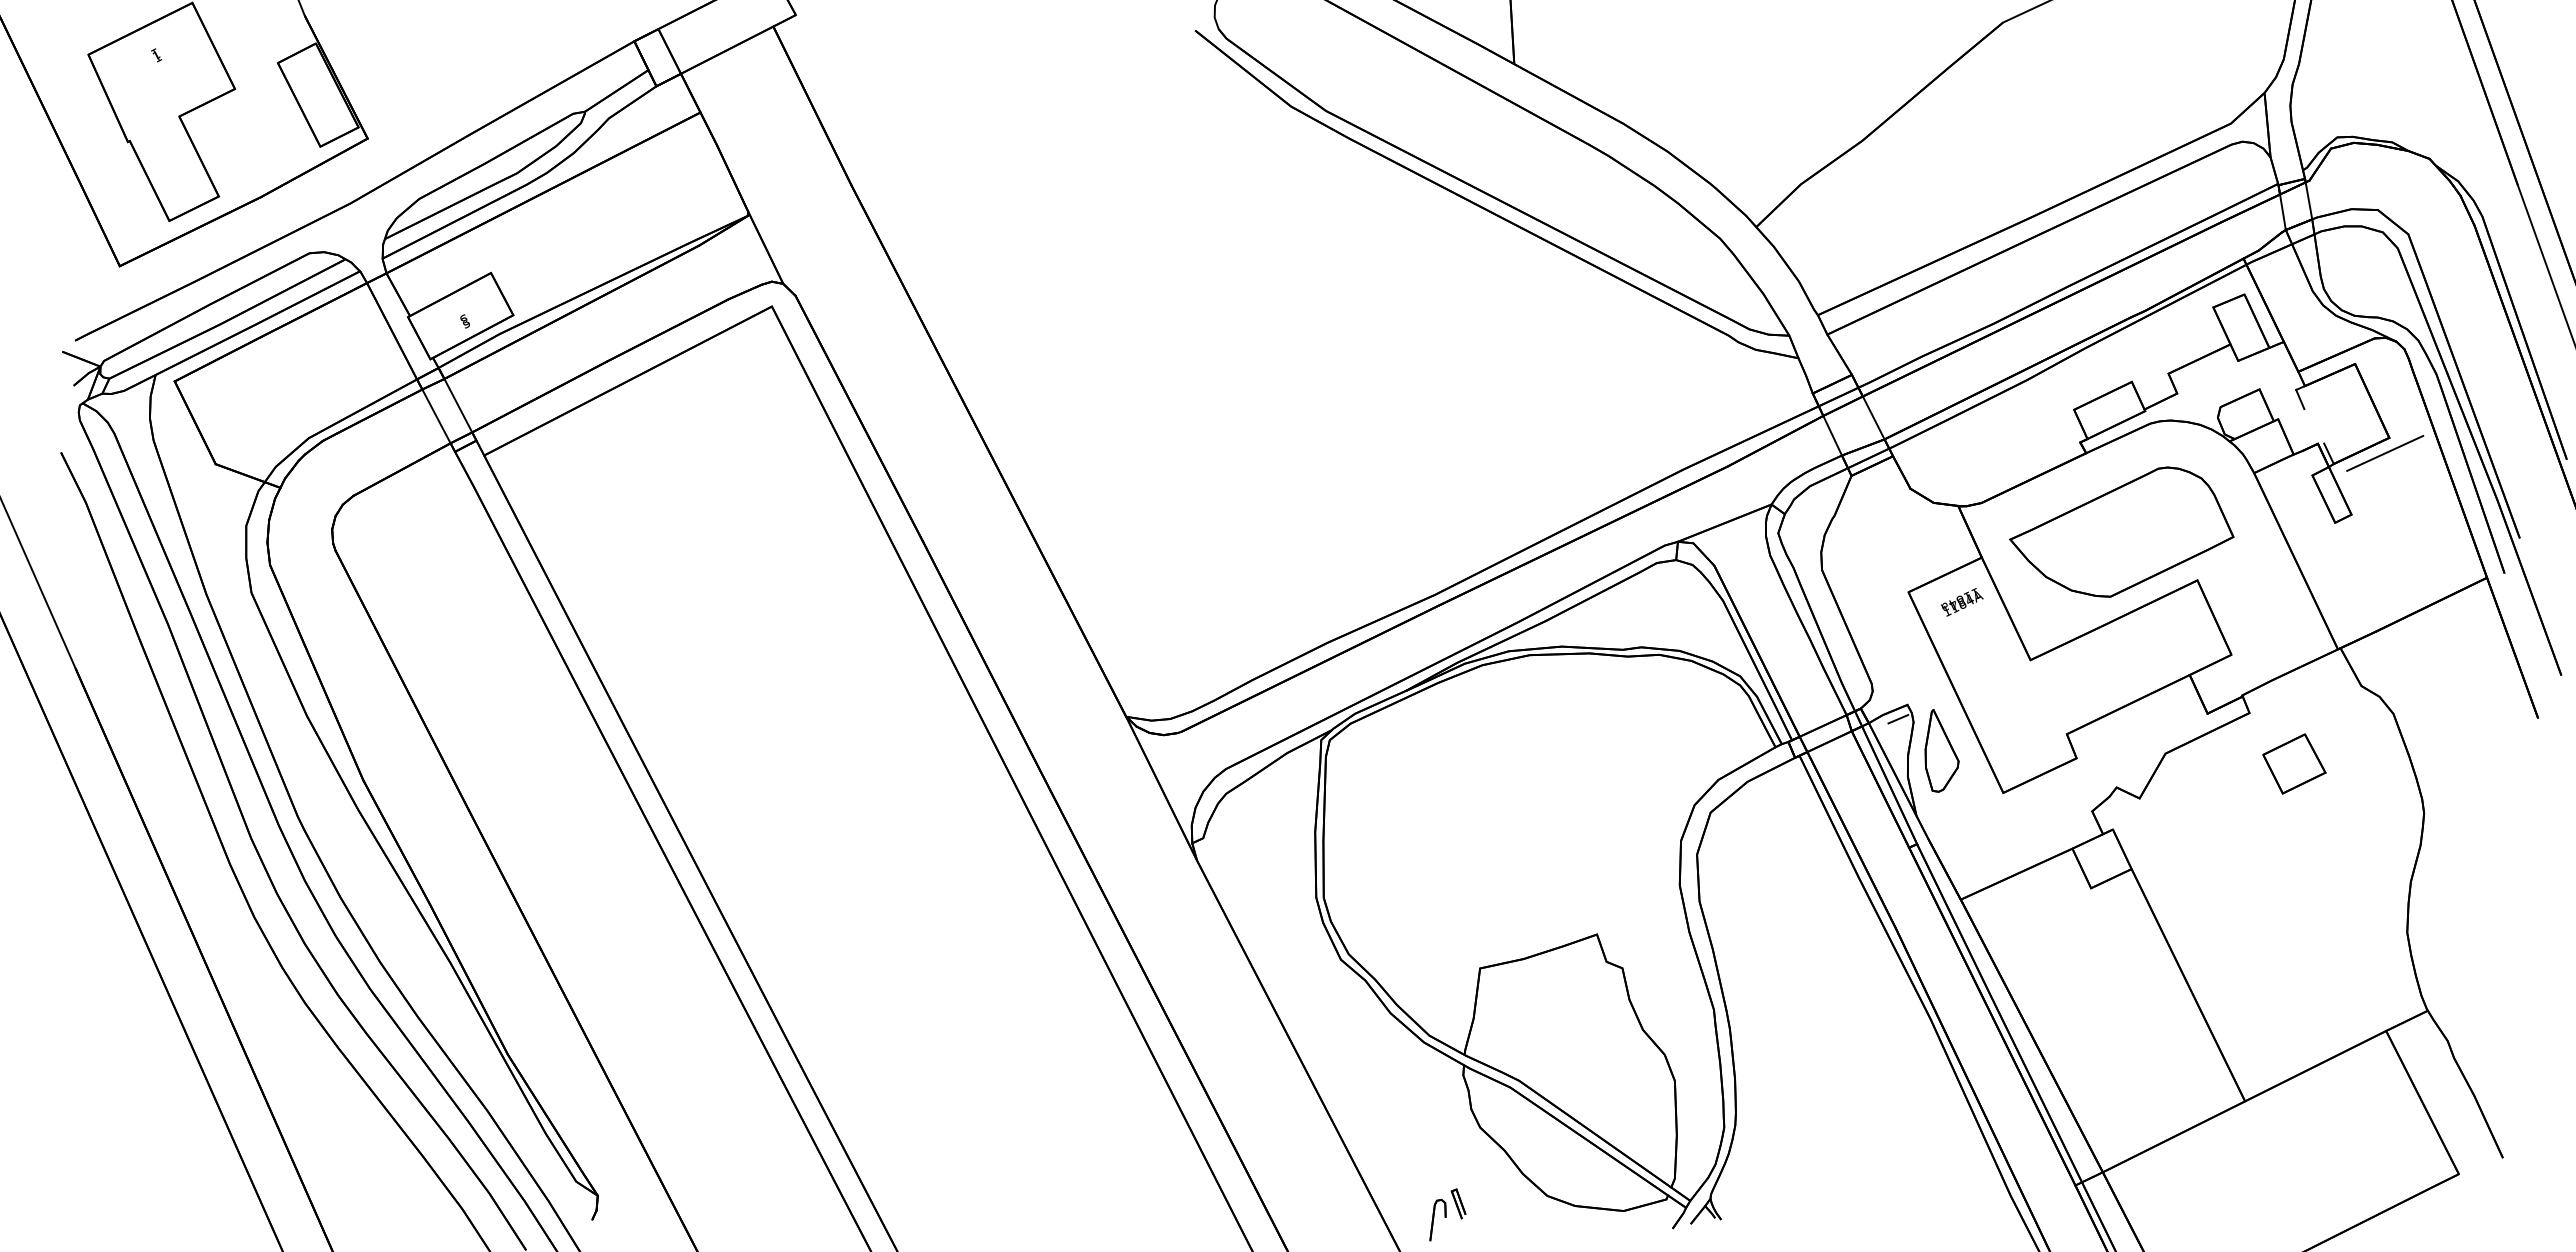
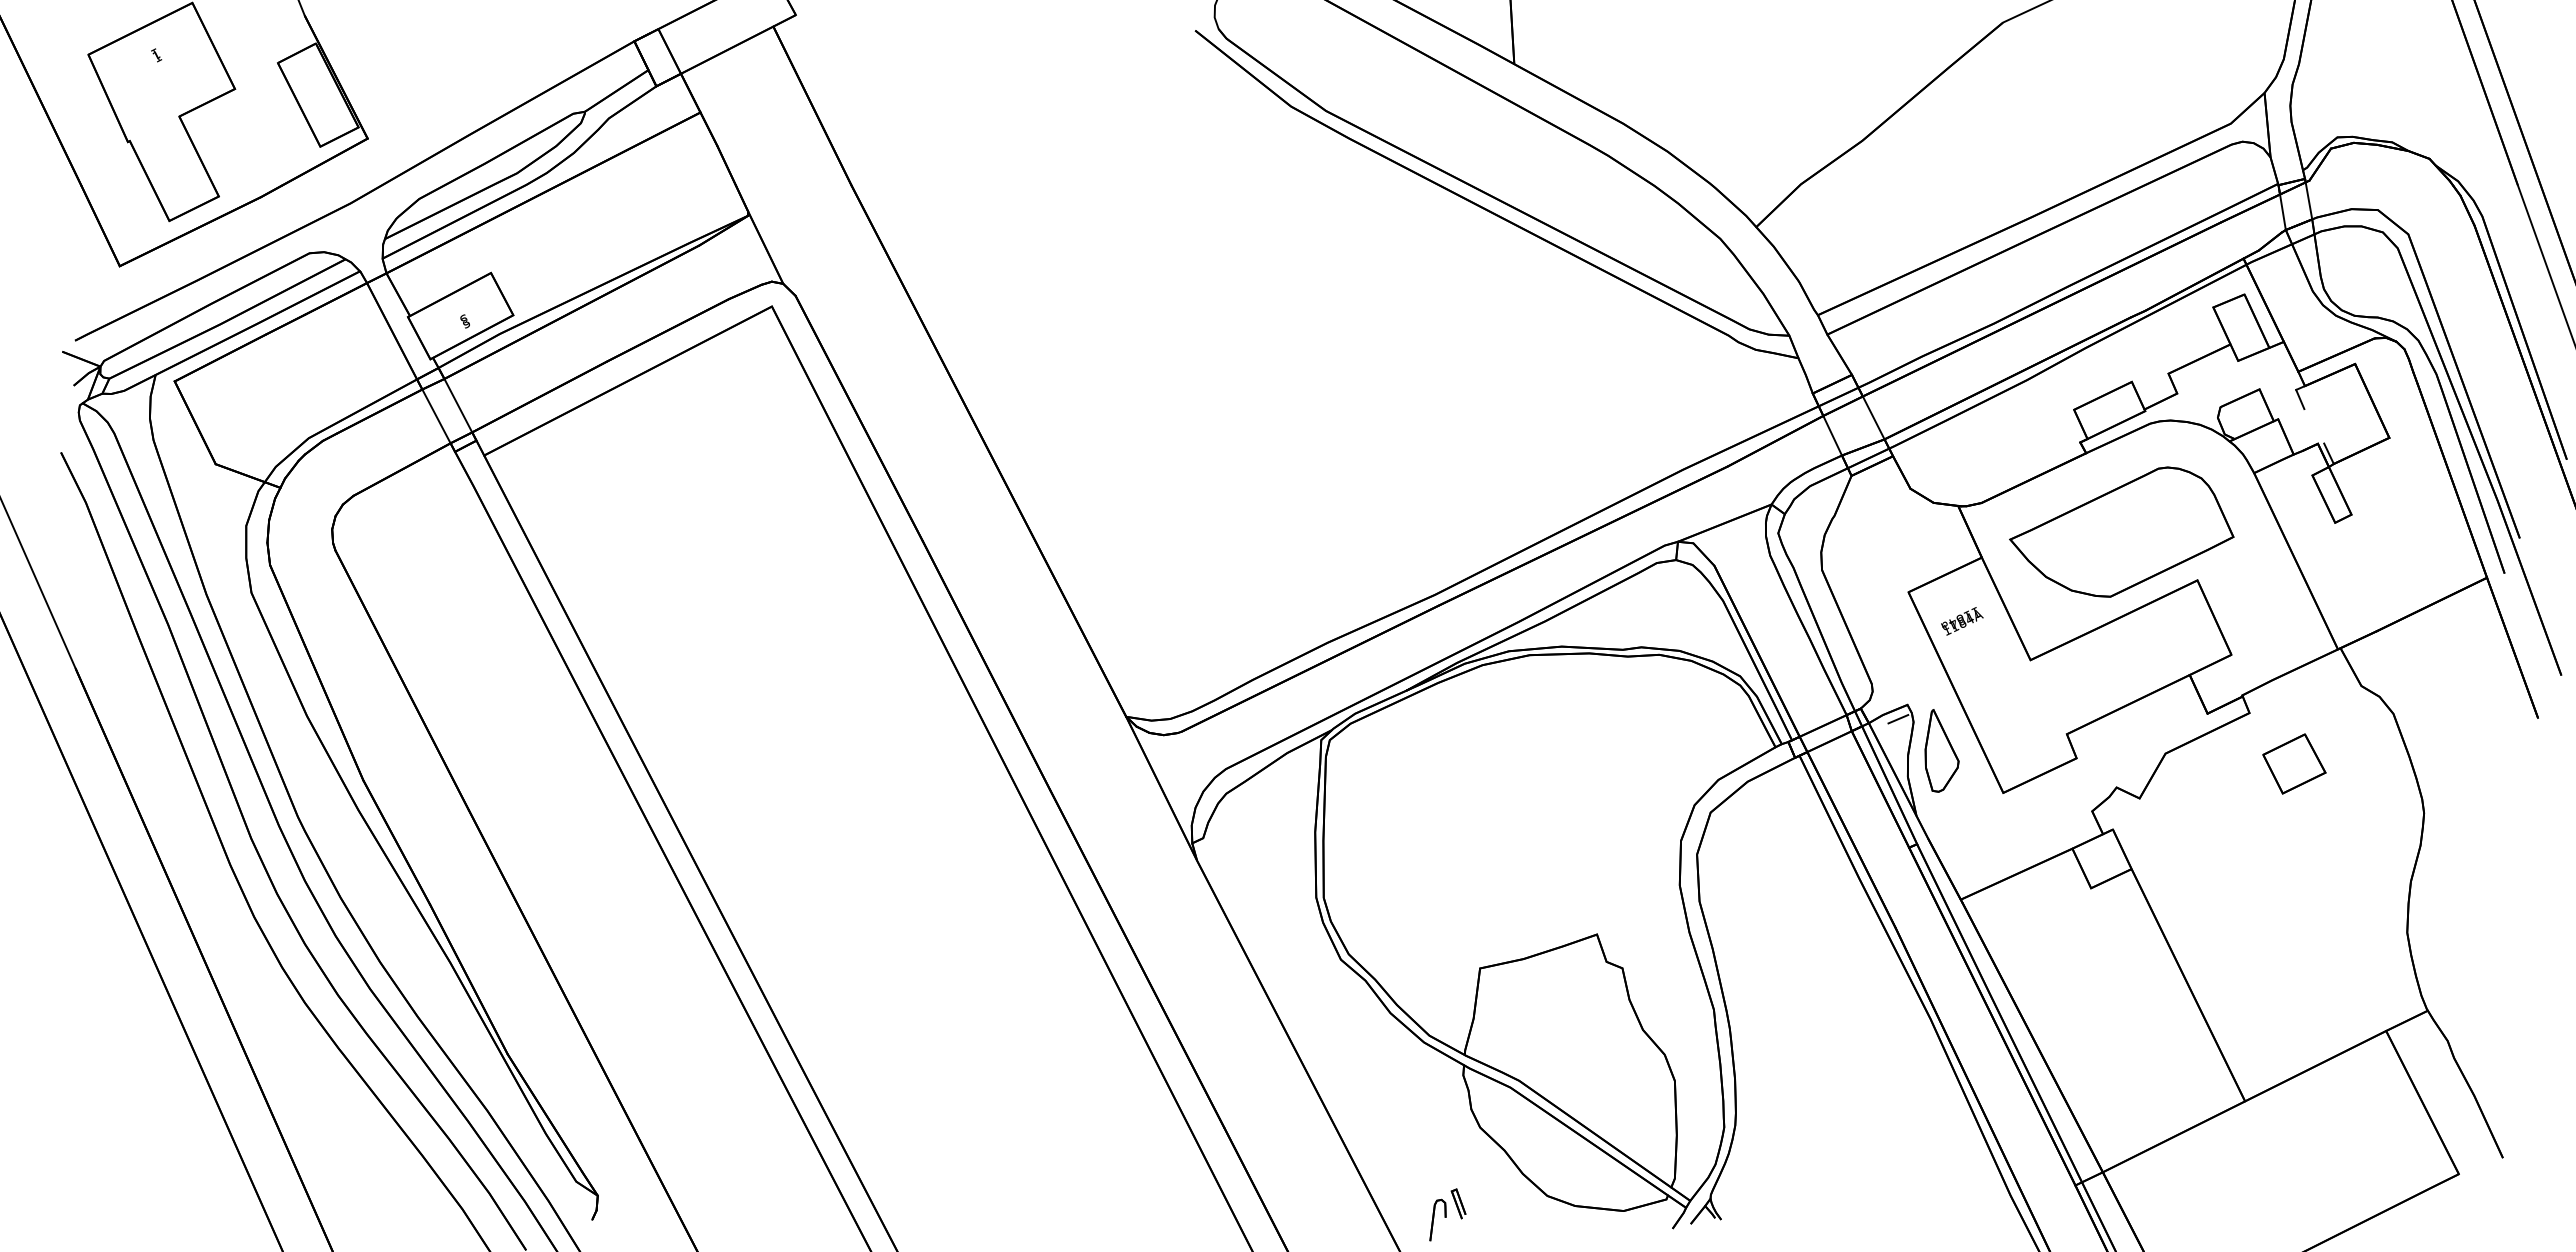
line at (2385, 452): present -> none
text at (1962, 602) position: (1962, 602) -> (1962, 621)
